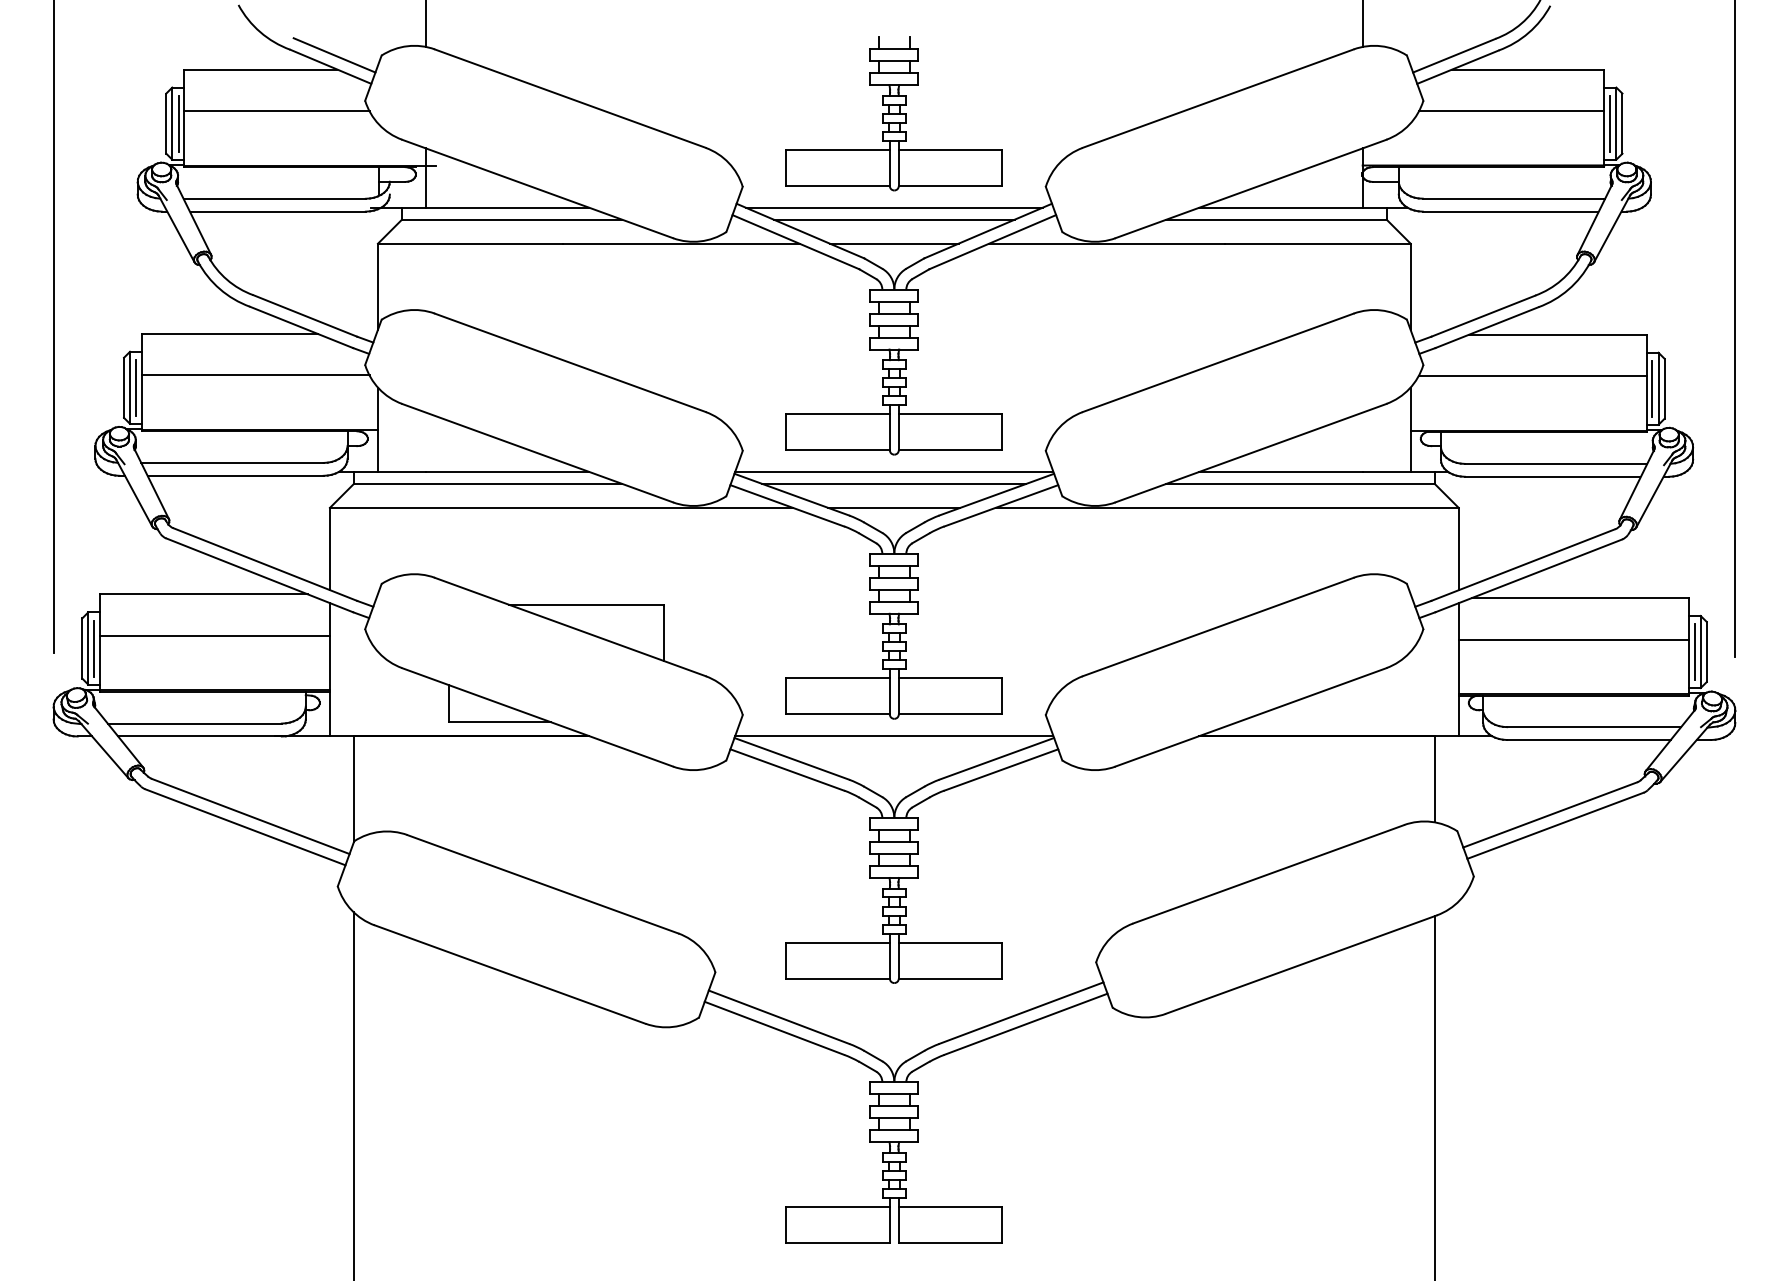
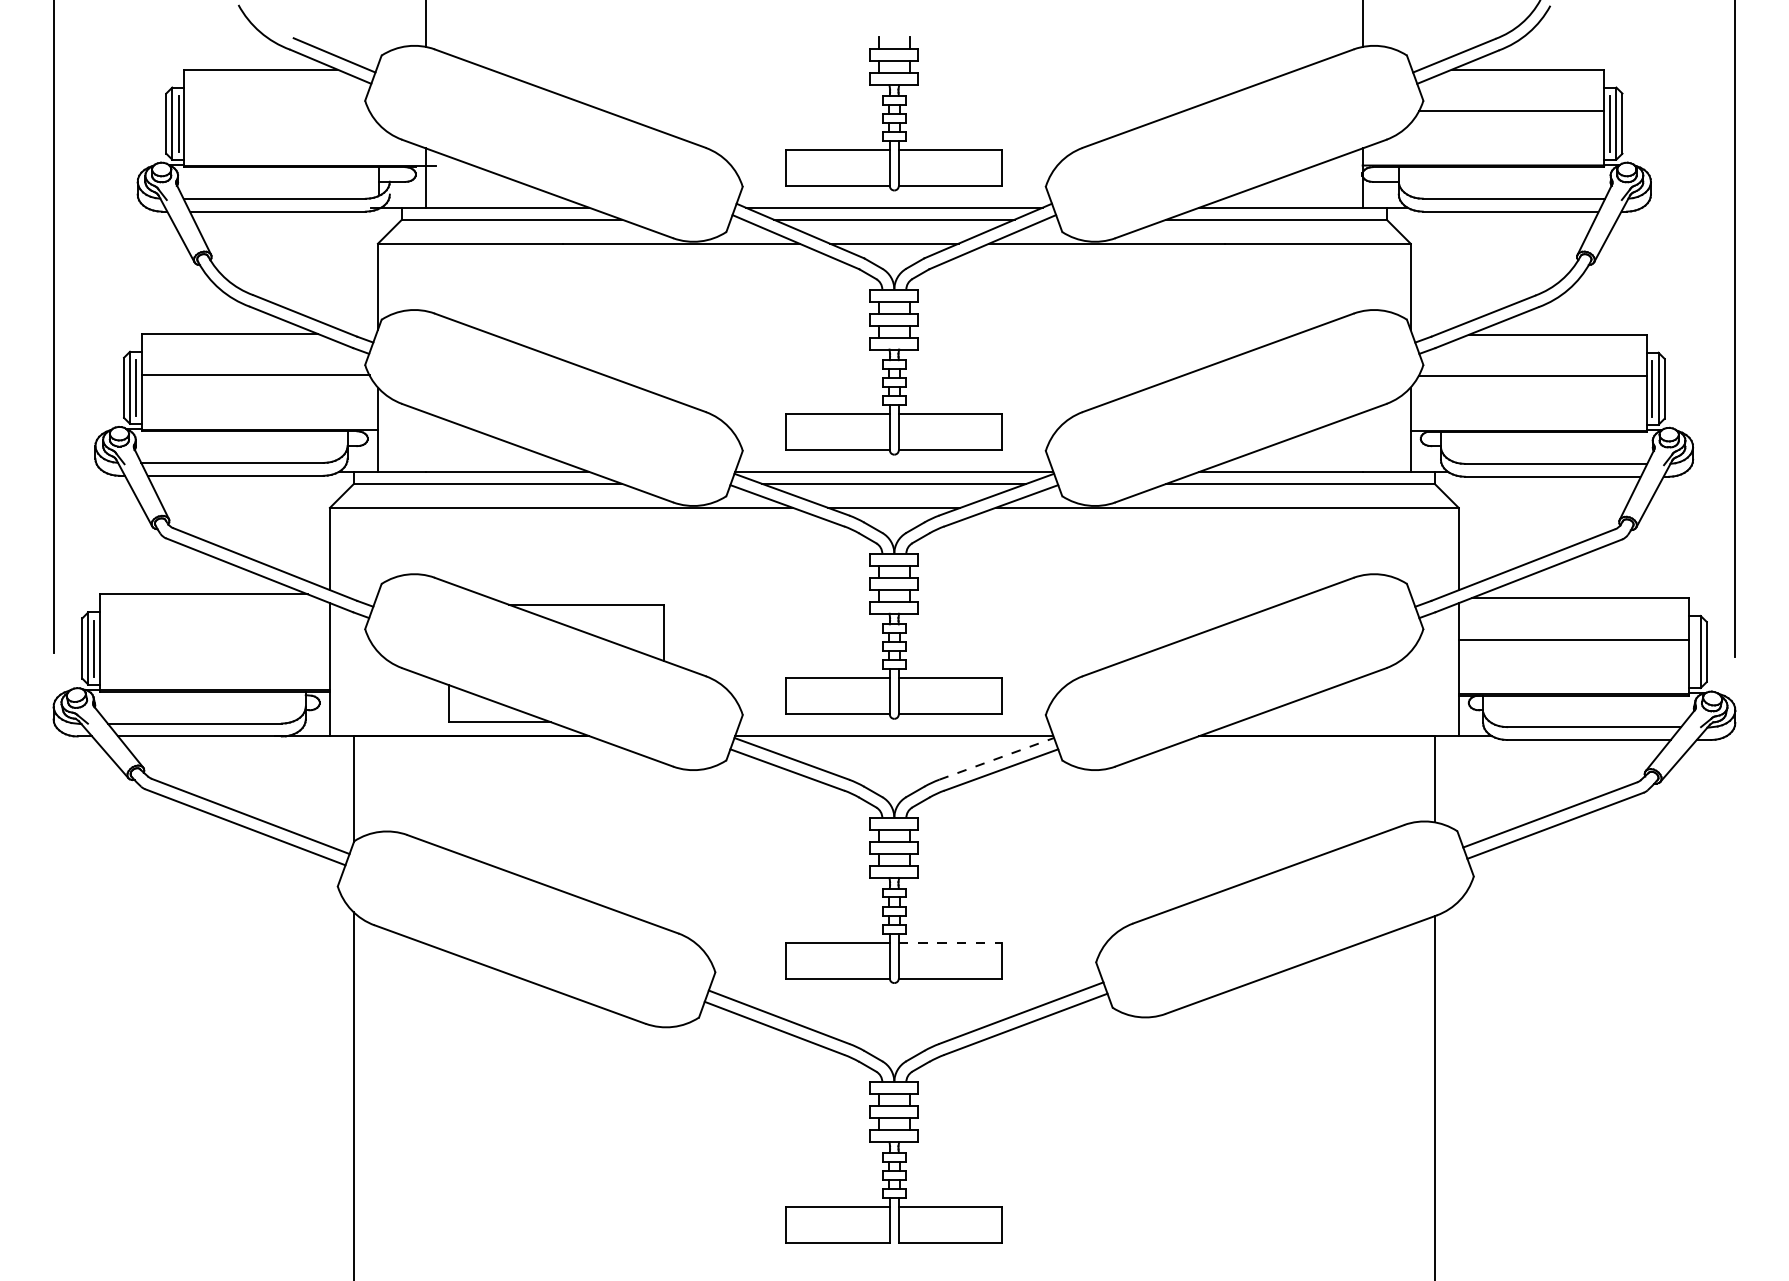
line at (276, 111): present -> none
line at (214, 636): present -> none
line at (1694, 652): present -> none
line at (997, 758): solid -> dashed
line at (950, 942): solid -> dashed
